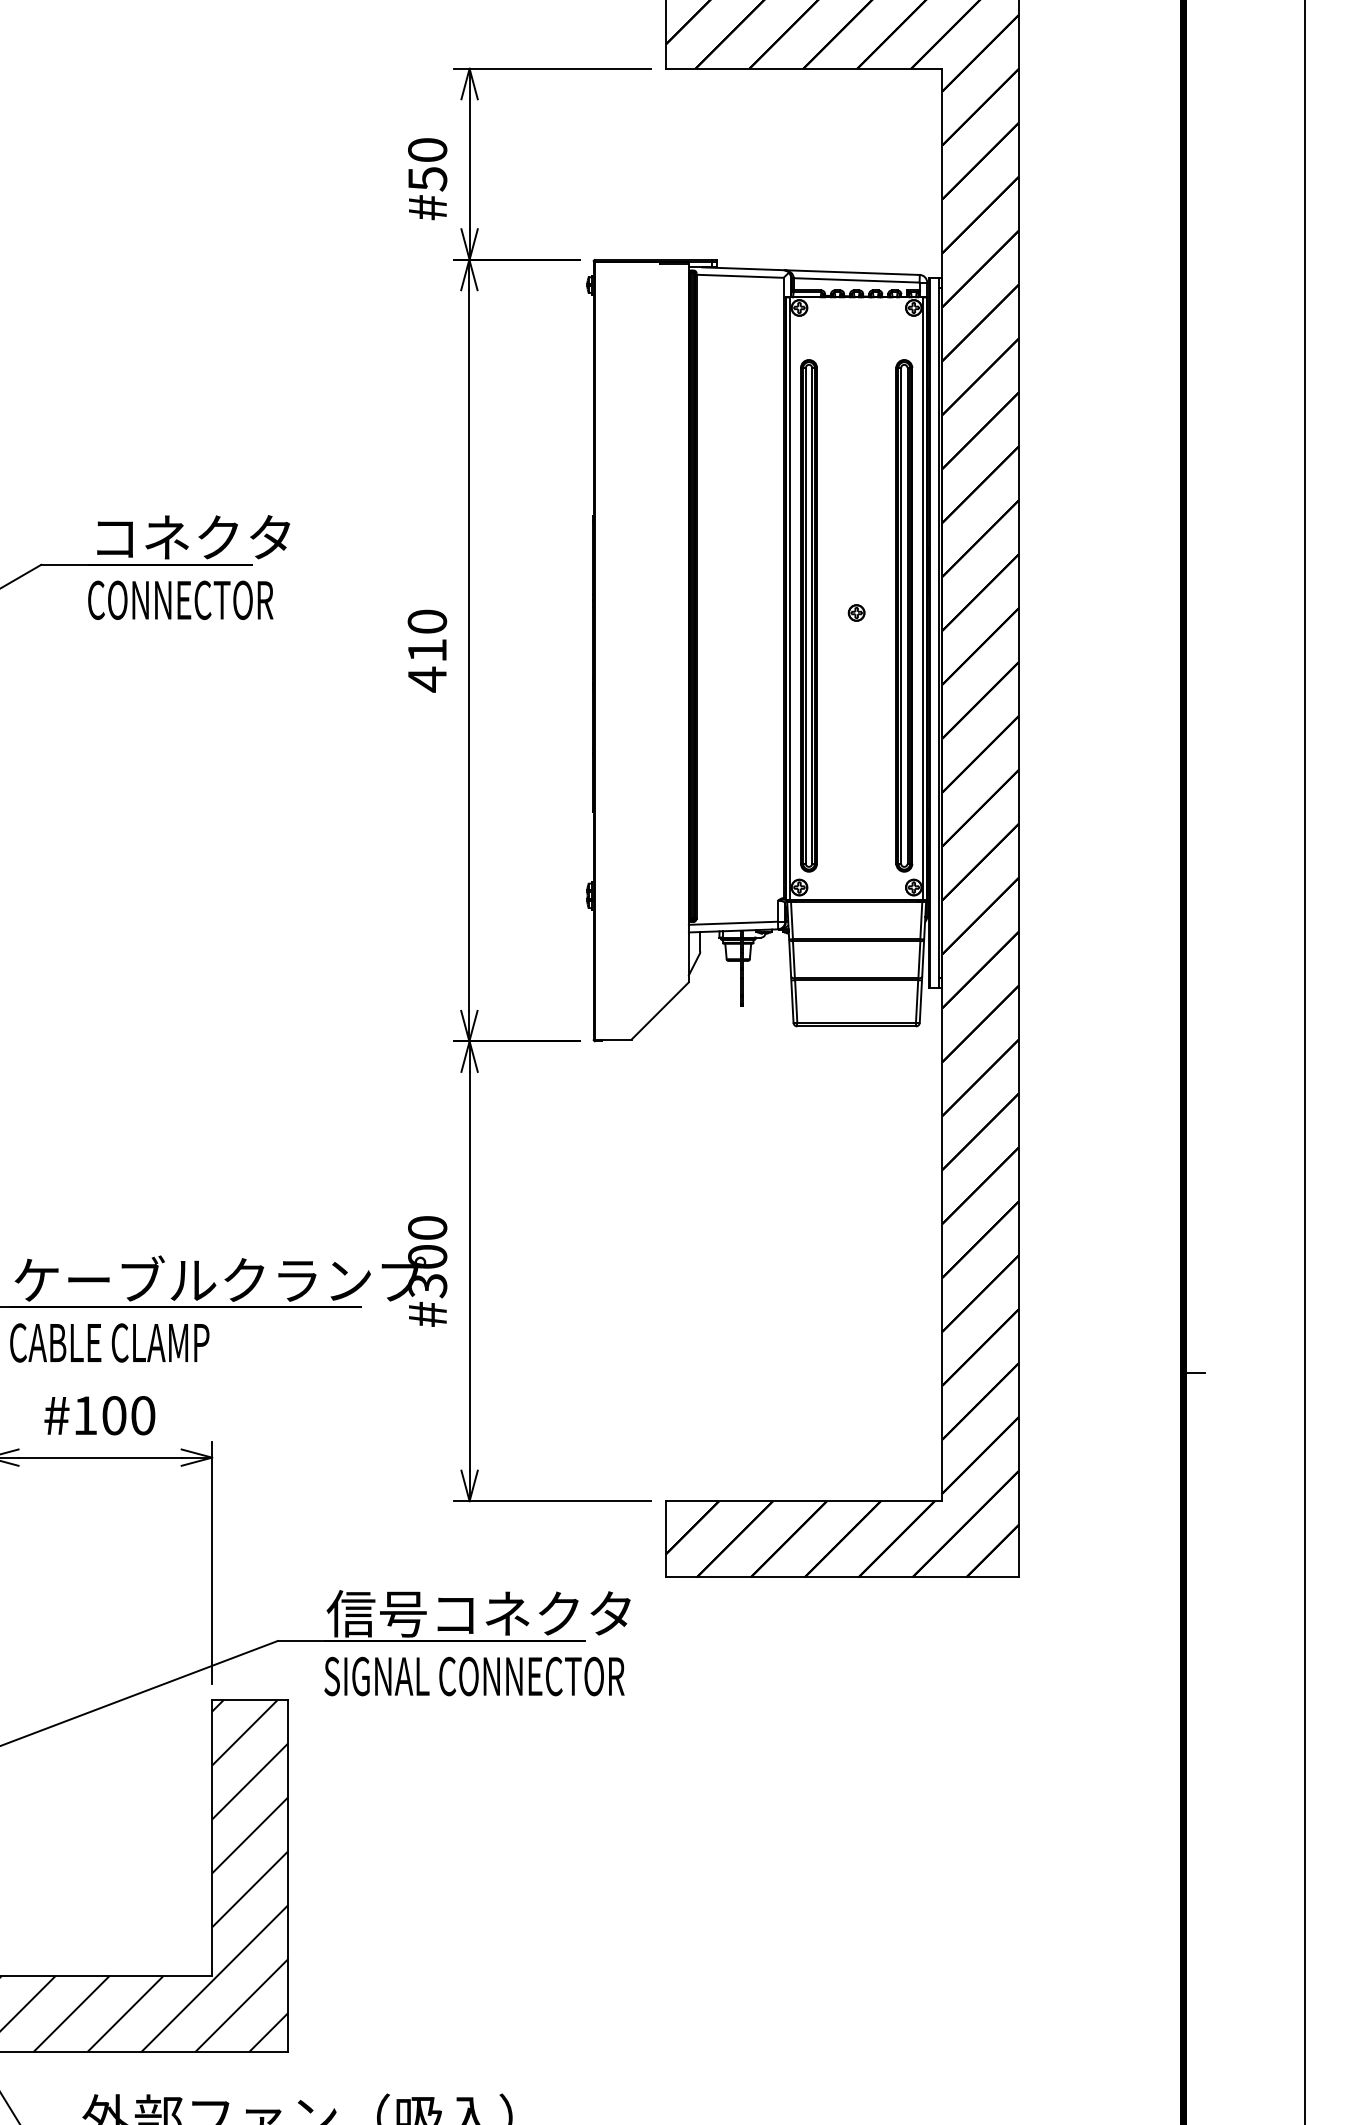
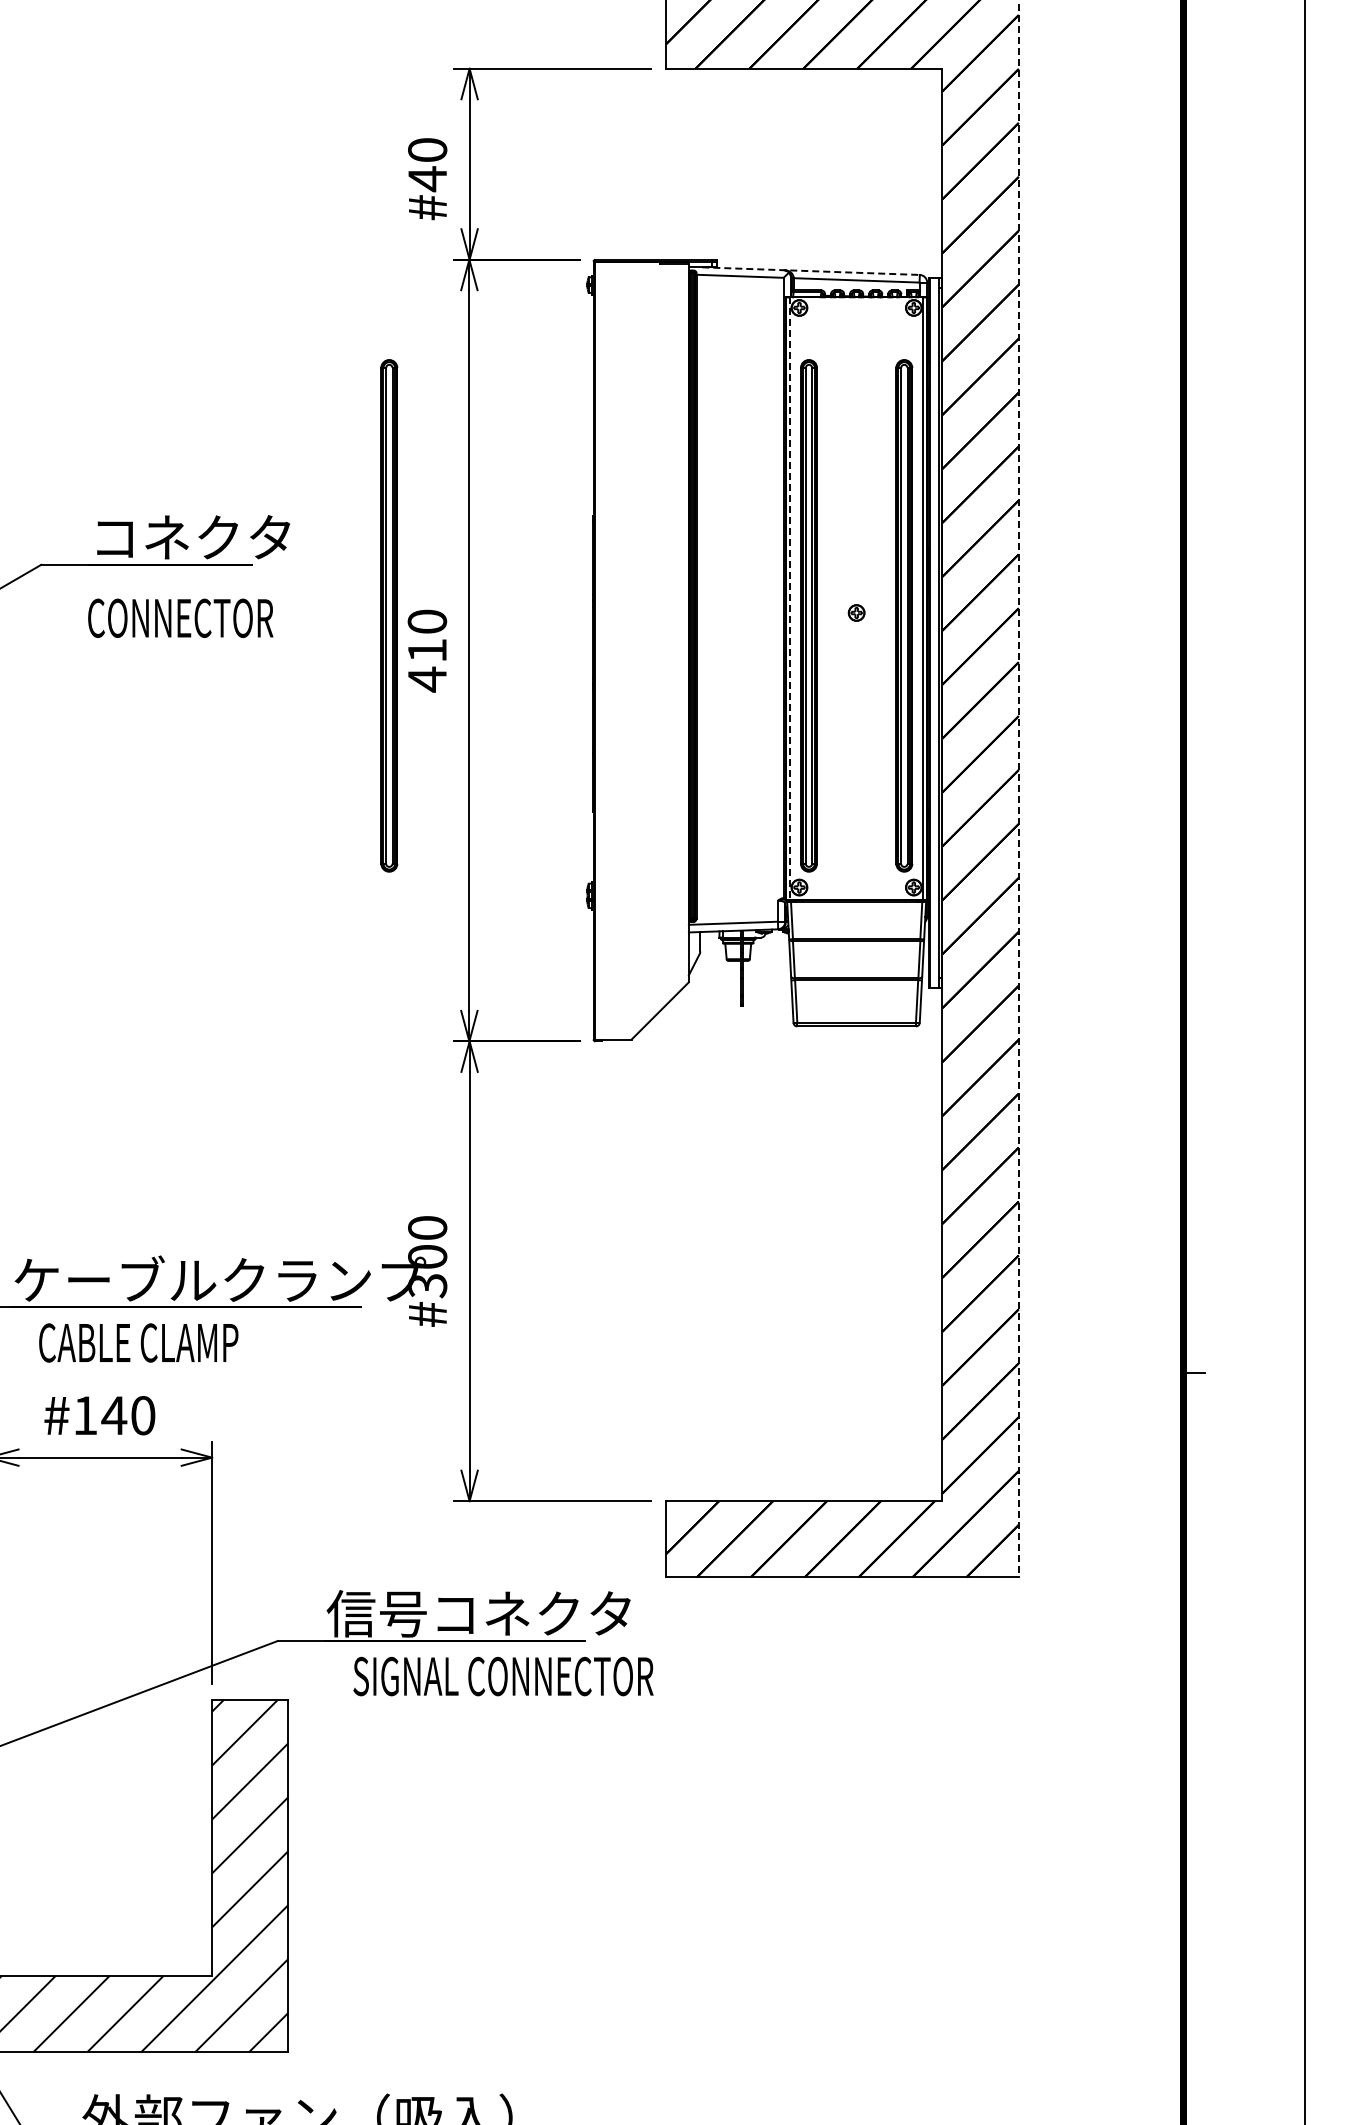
text at (427, 179): #50 -> #40
line at (811, 271): solid -> dashed
text at (180, 599) position: (180, 599) -> (180, 617)
line at (790, 599): solid -> dashed
part at (389, 615): none -> present
line at (1018, 789): solid -> dashed
text at (109, 1342) position: (109, 1342) -> (138, 1342)
text at (114, 1415): #100 -> #140
text at (474, 1676) position: (474, 1676) -> (503, 1676)
